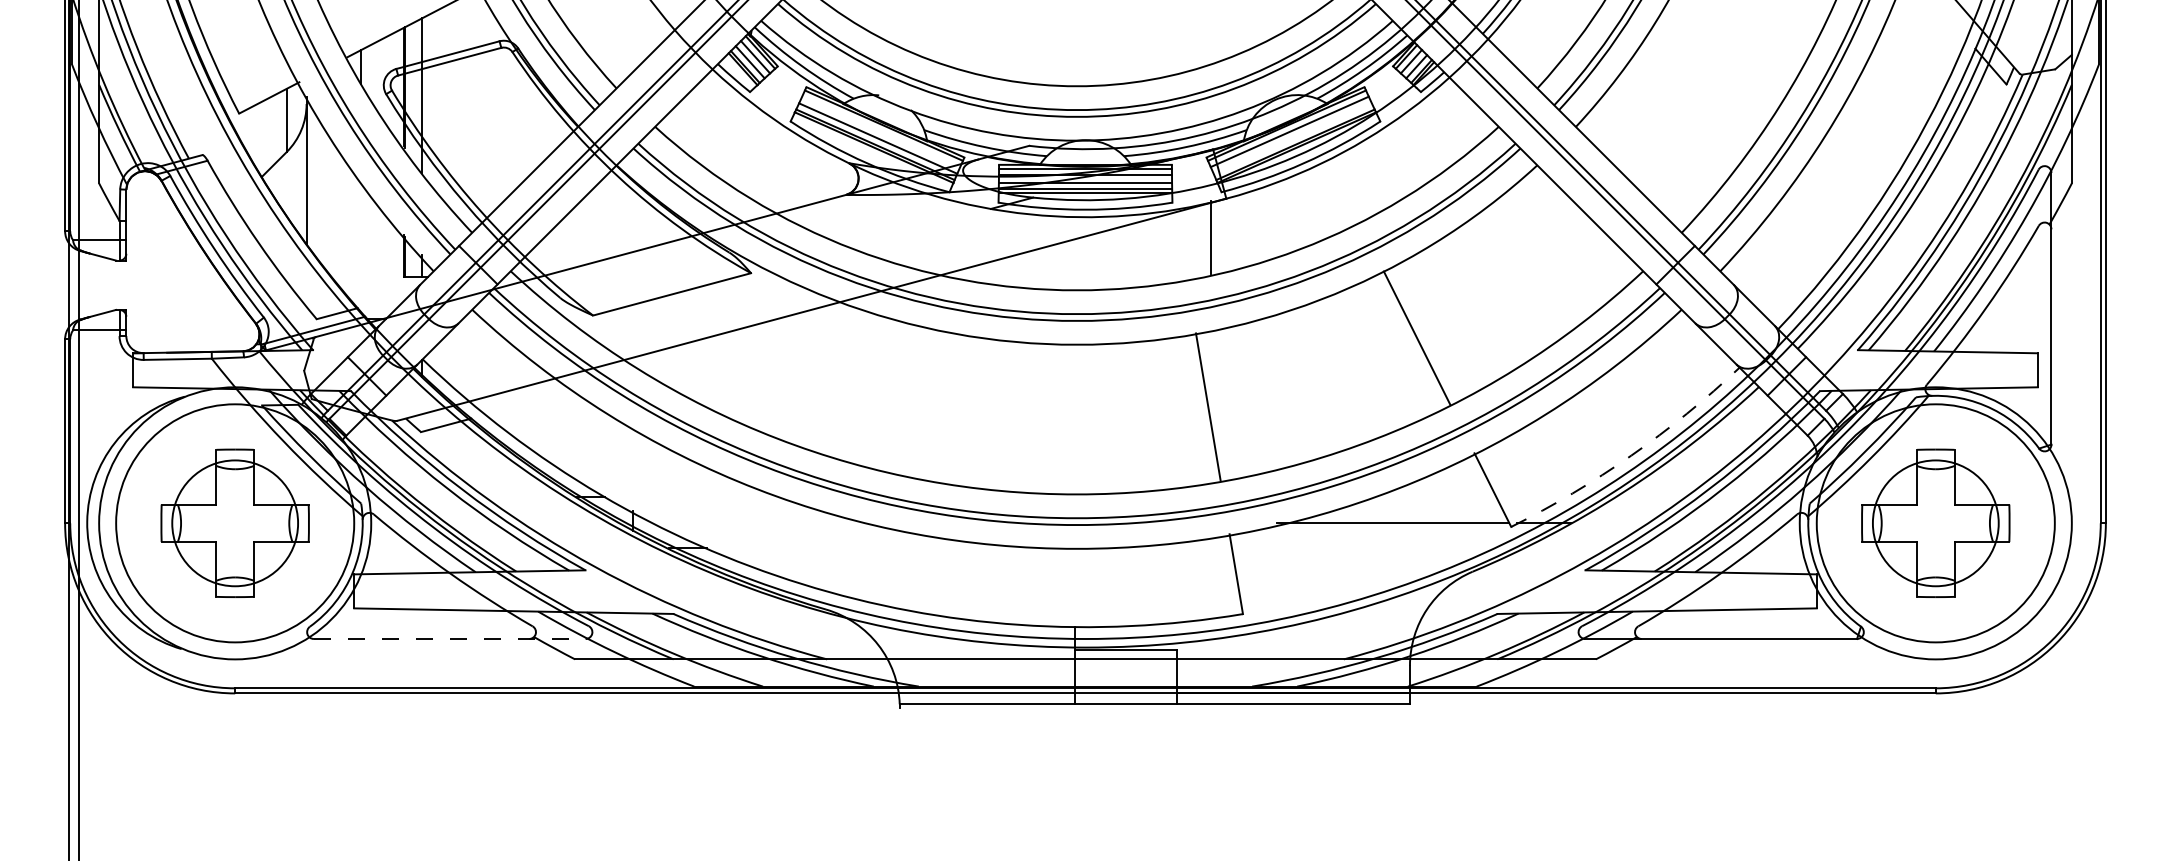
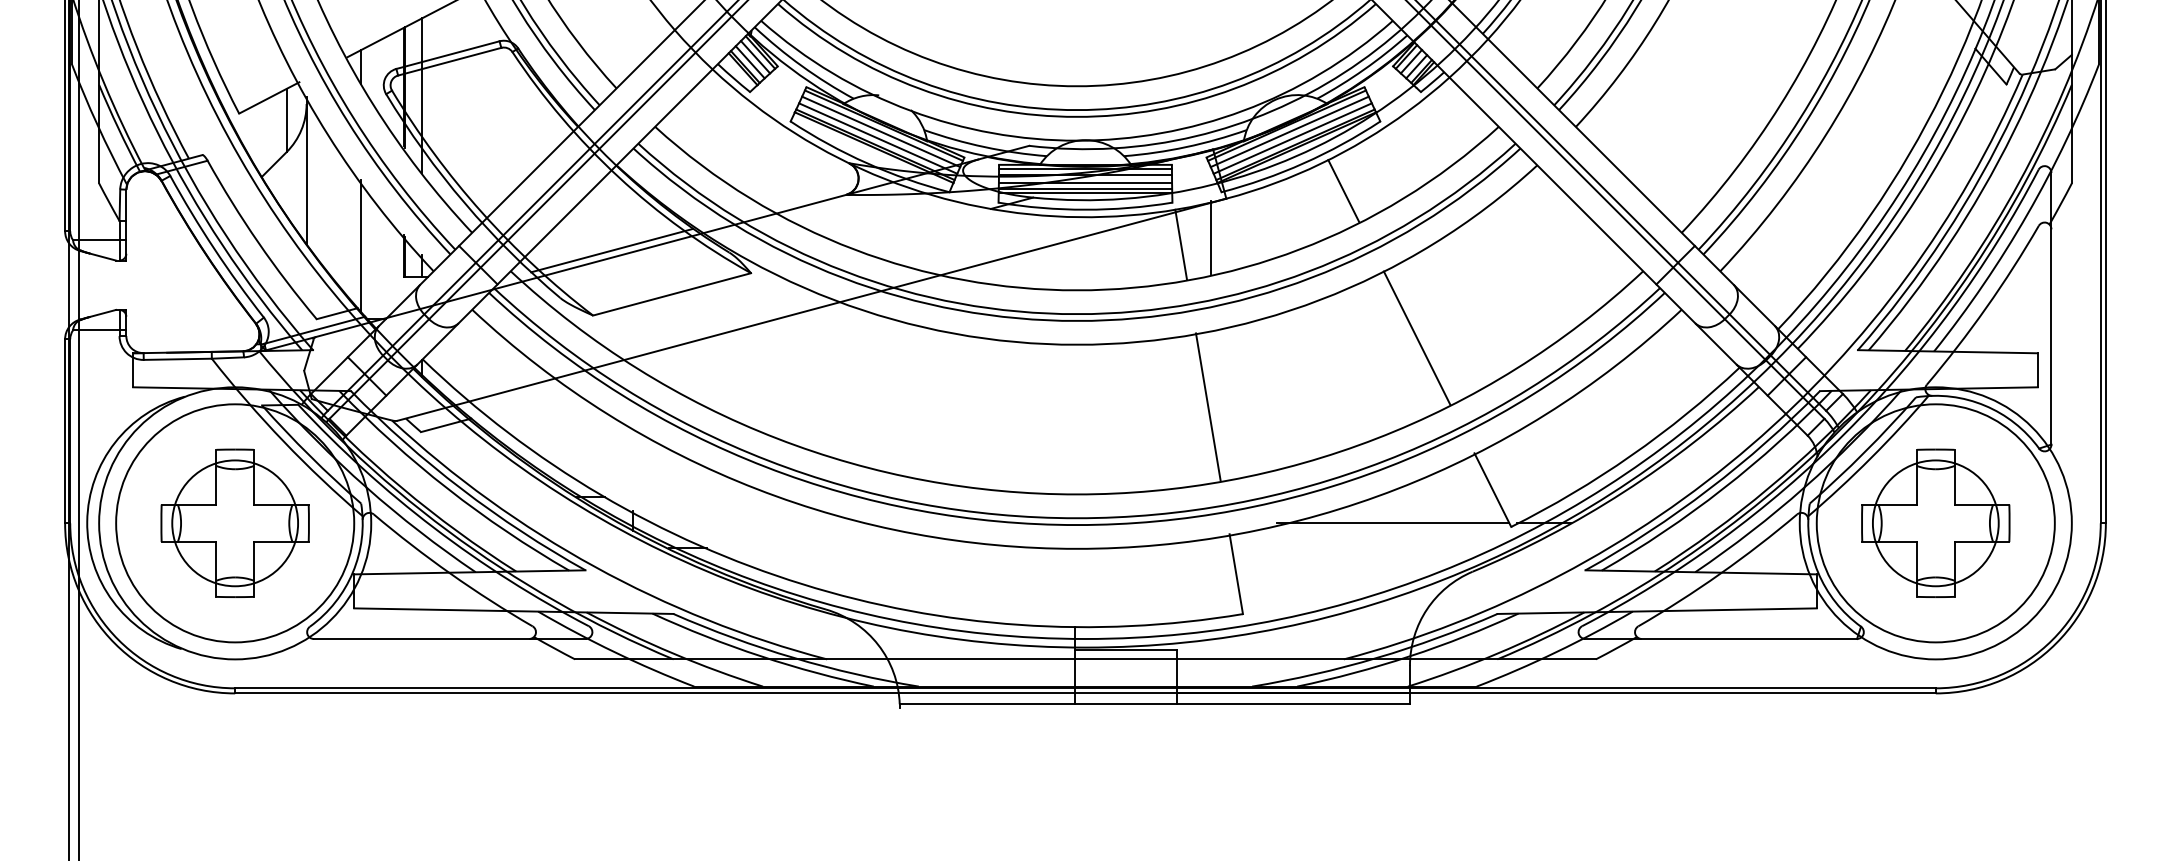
line at (881, 131): none -> present
line at (1292, 138): none -> present
line at (1343, 190): none -> present
line at (1181, 244): none -> present
line at (361, 245): none -> present
line at (612, 250): none -> present
arc at (1631, 455): dashed -> solid
line at (449, 638): dashed -> solid
